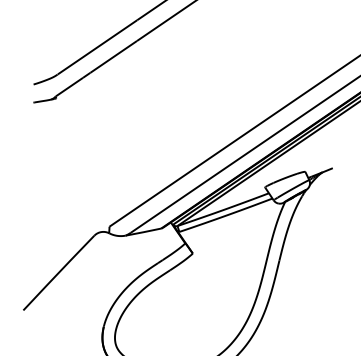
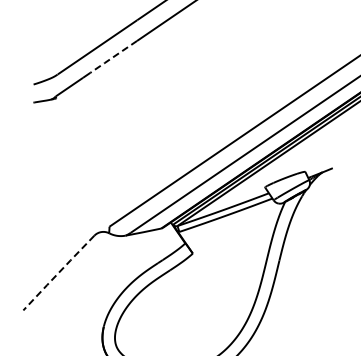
line at (113, 56): solid -> dashed
line at (58, 273): solid -> dashed
